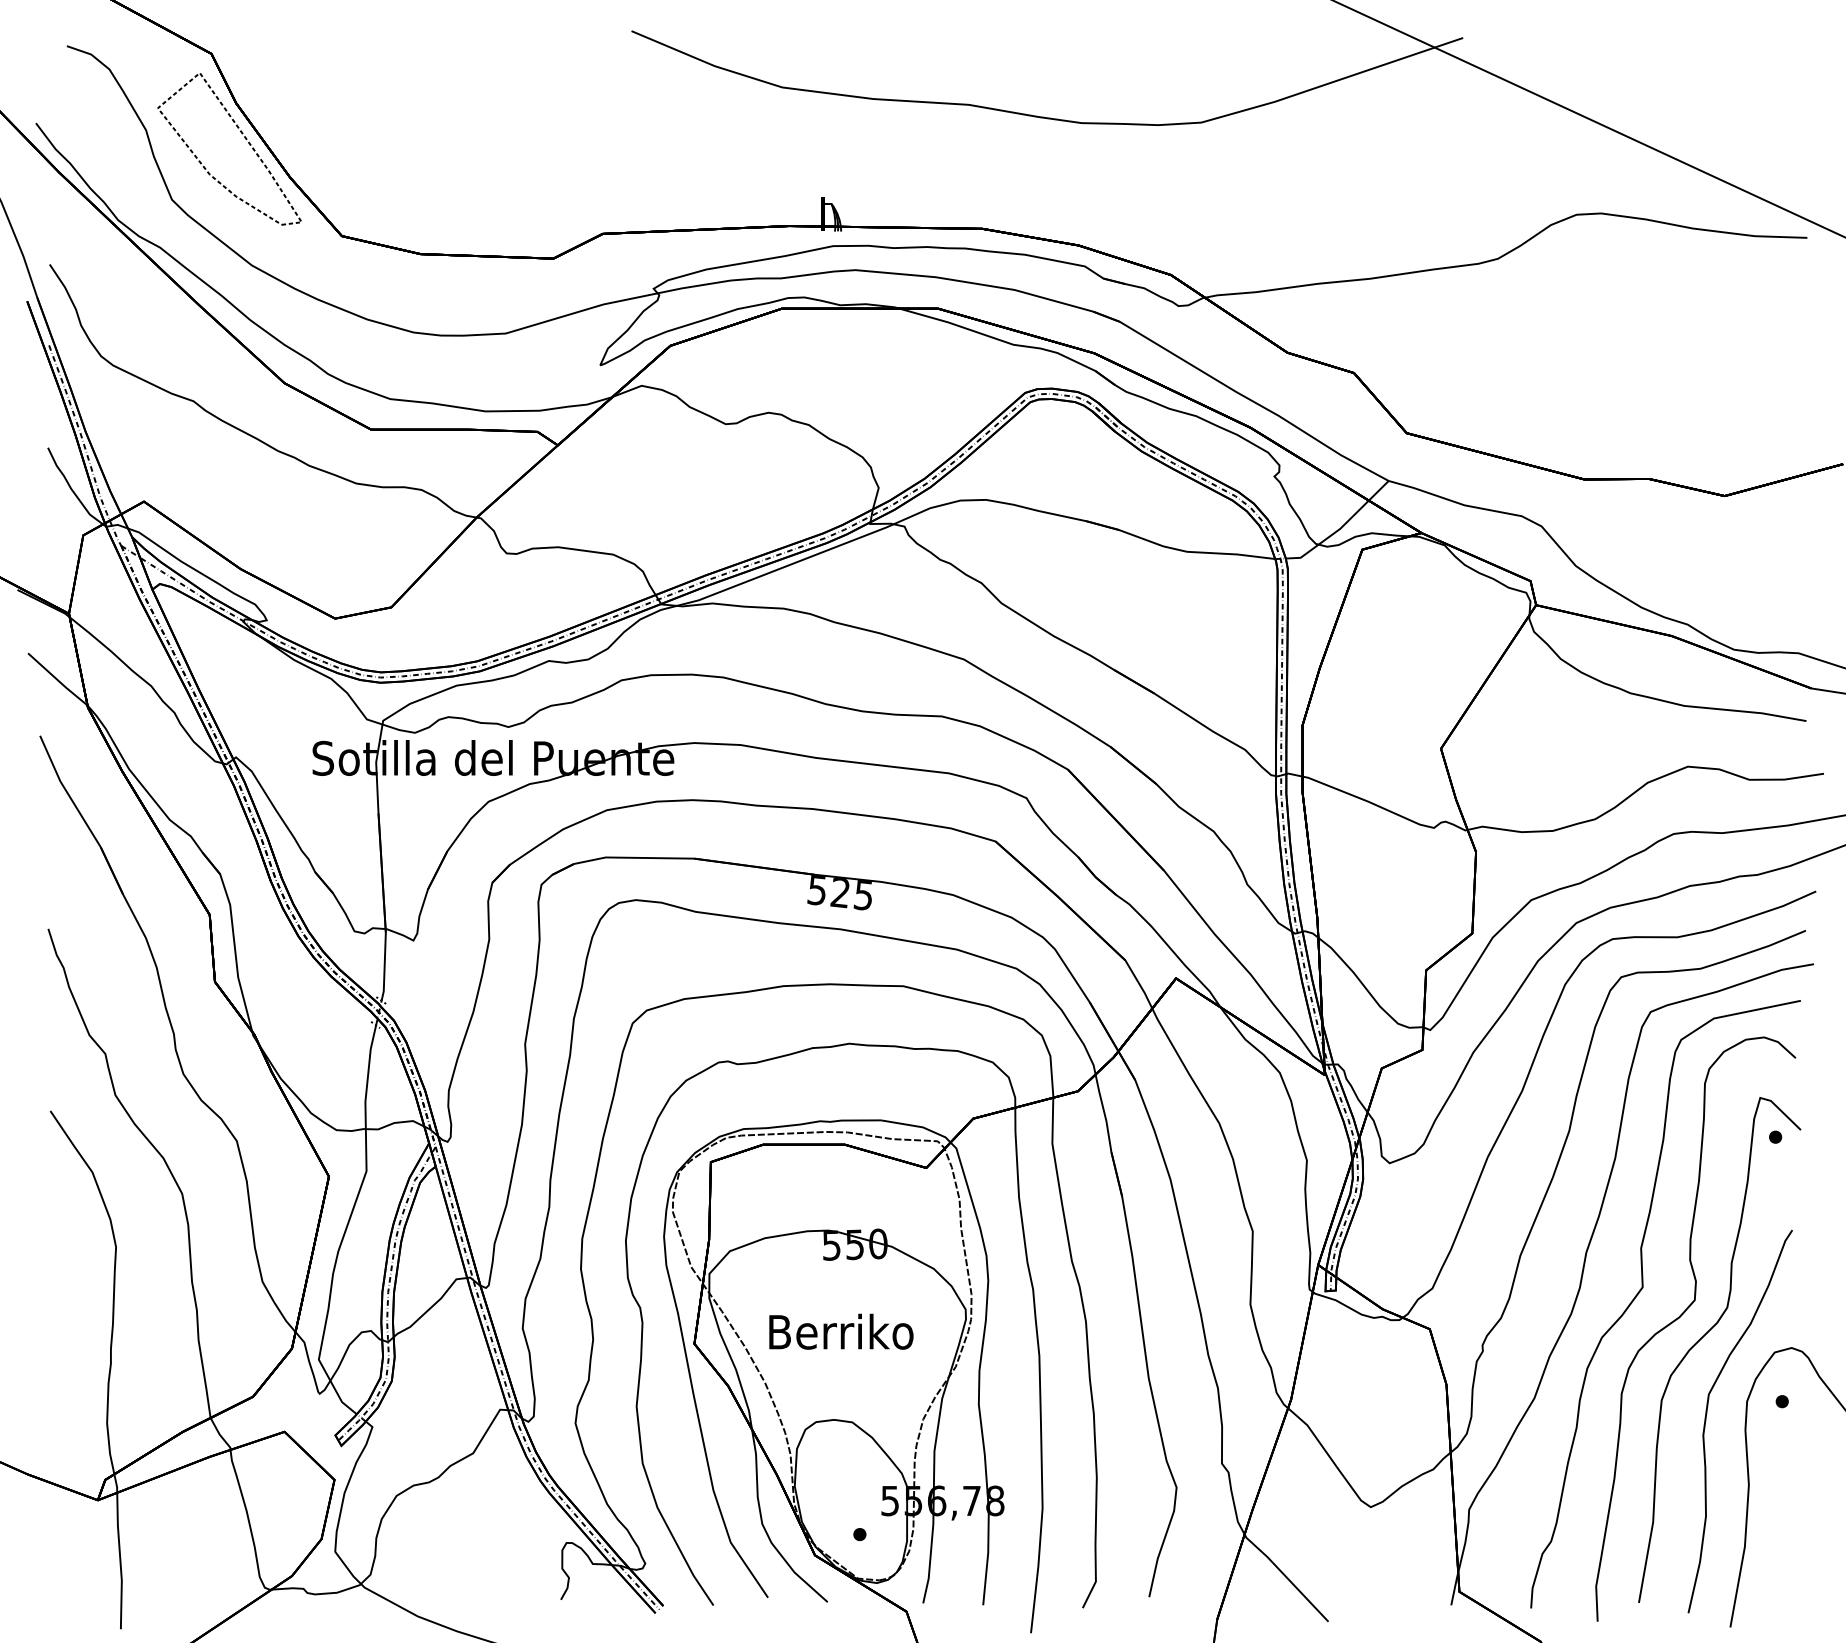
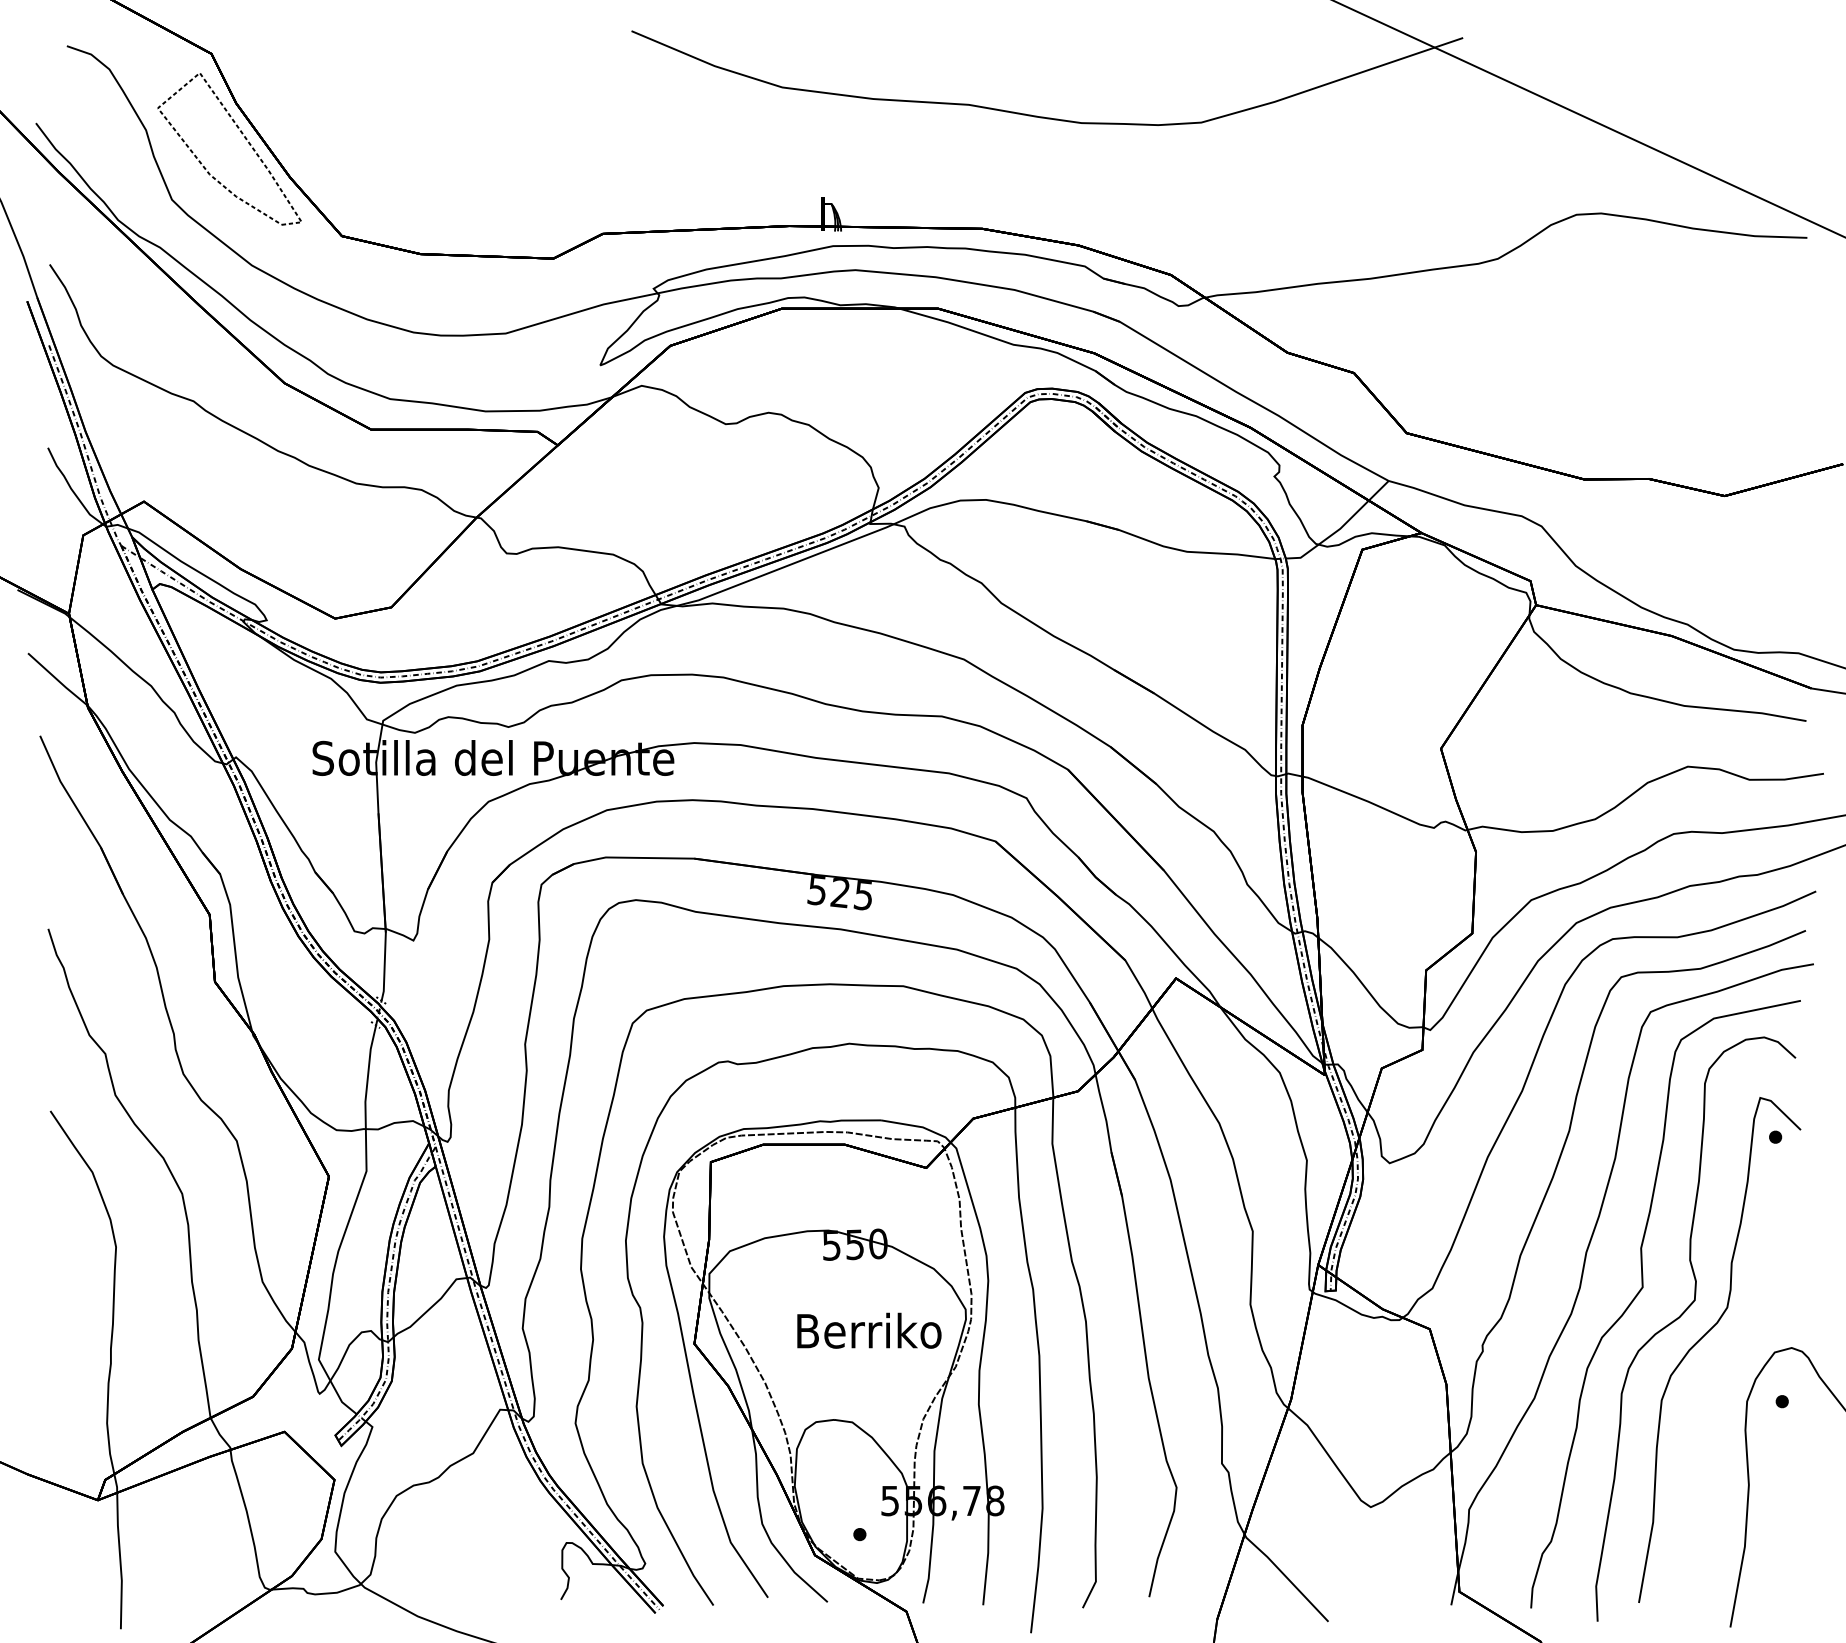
text at (841, 1331) position: (841, 1331) -> (869, 1330)
curve at (1707, 1414): present -> none
